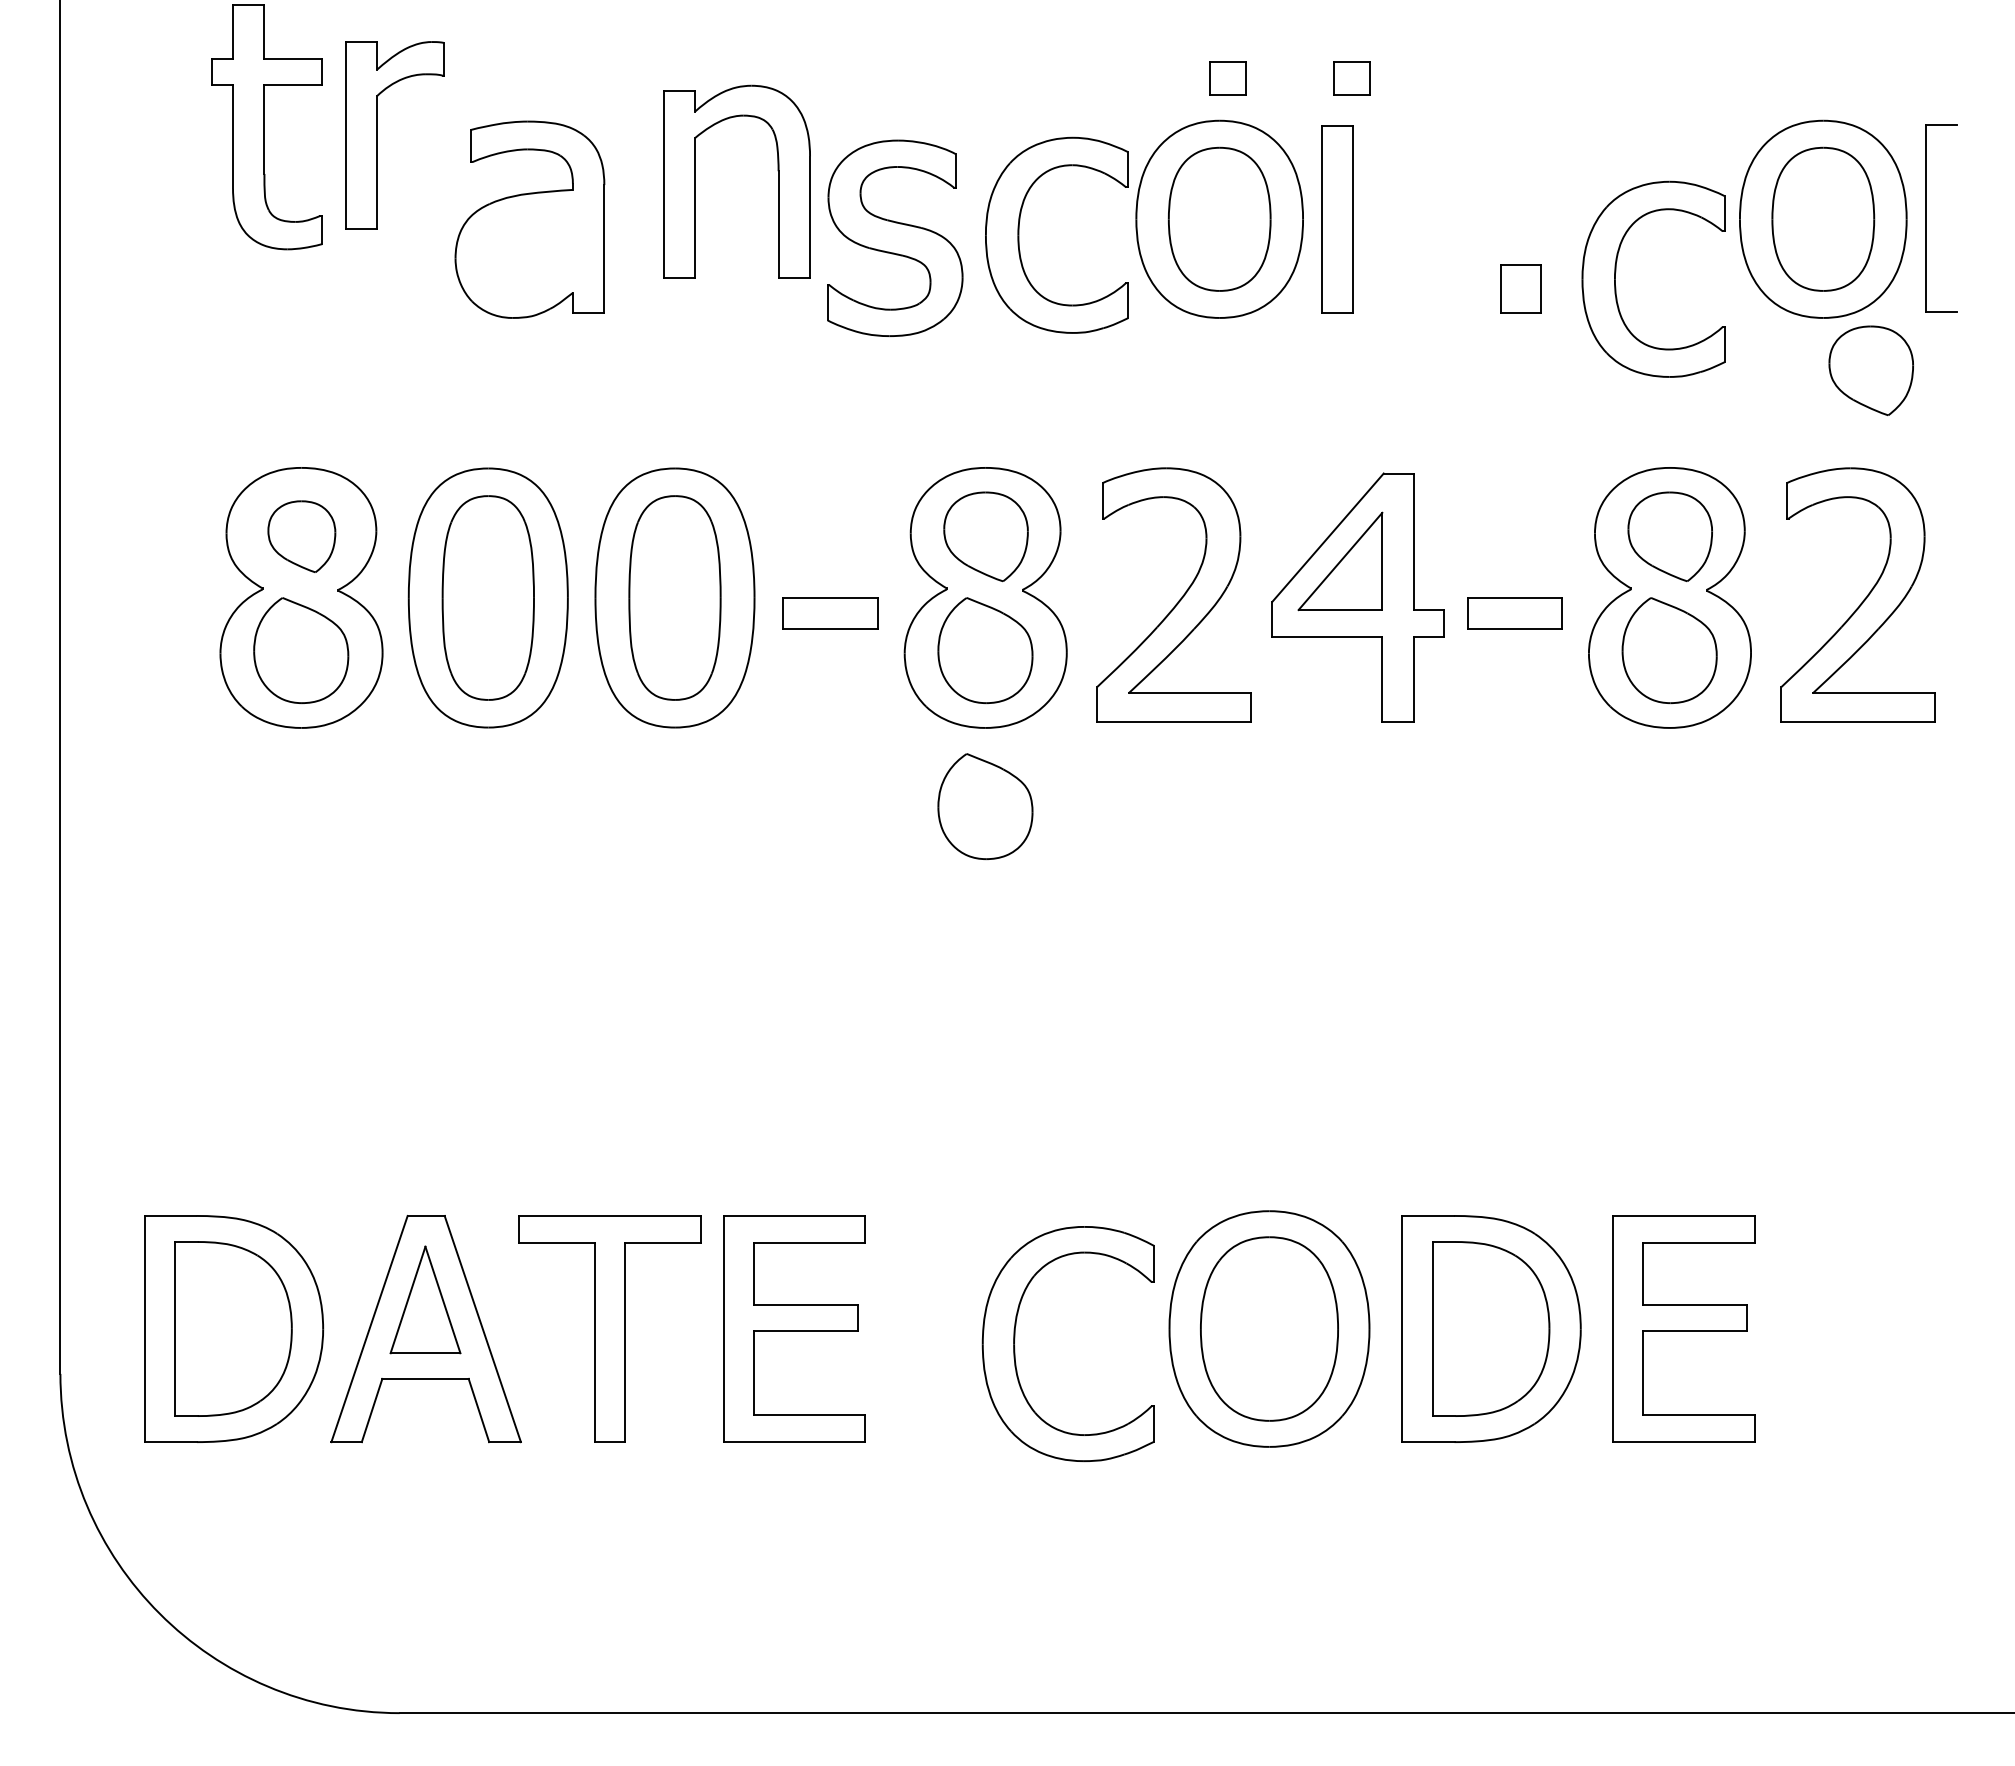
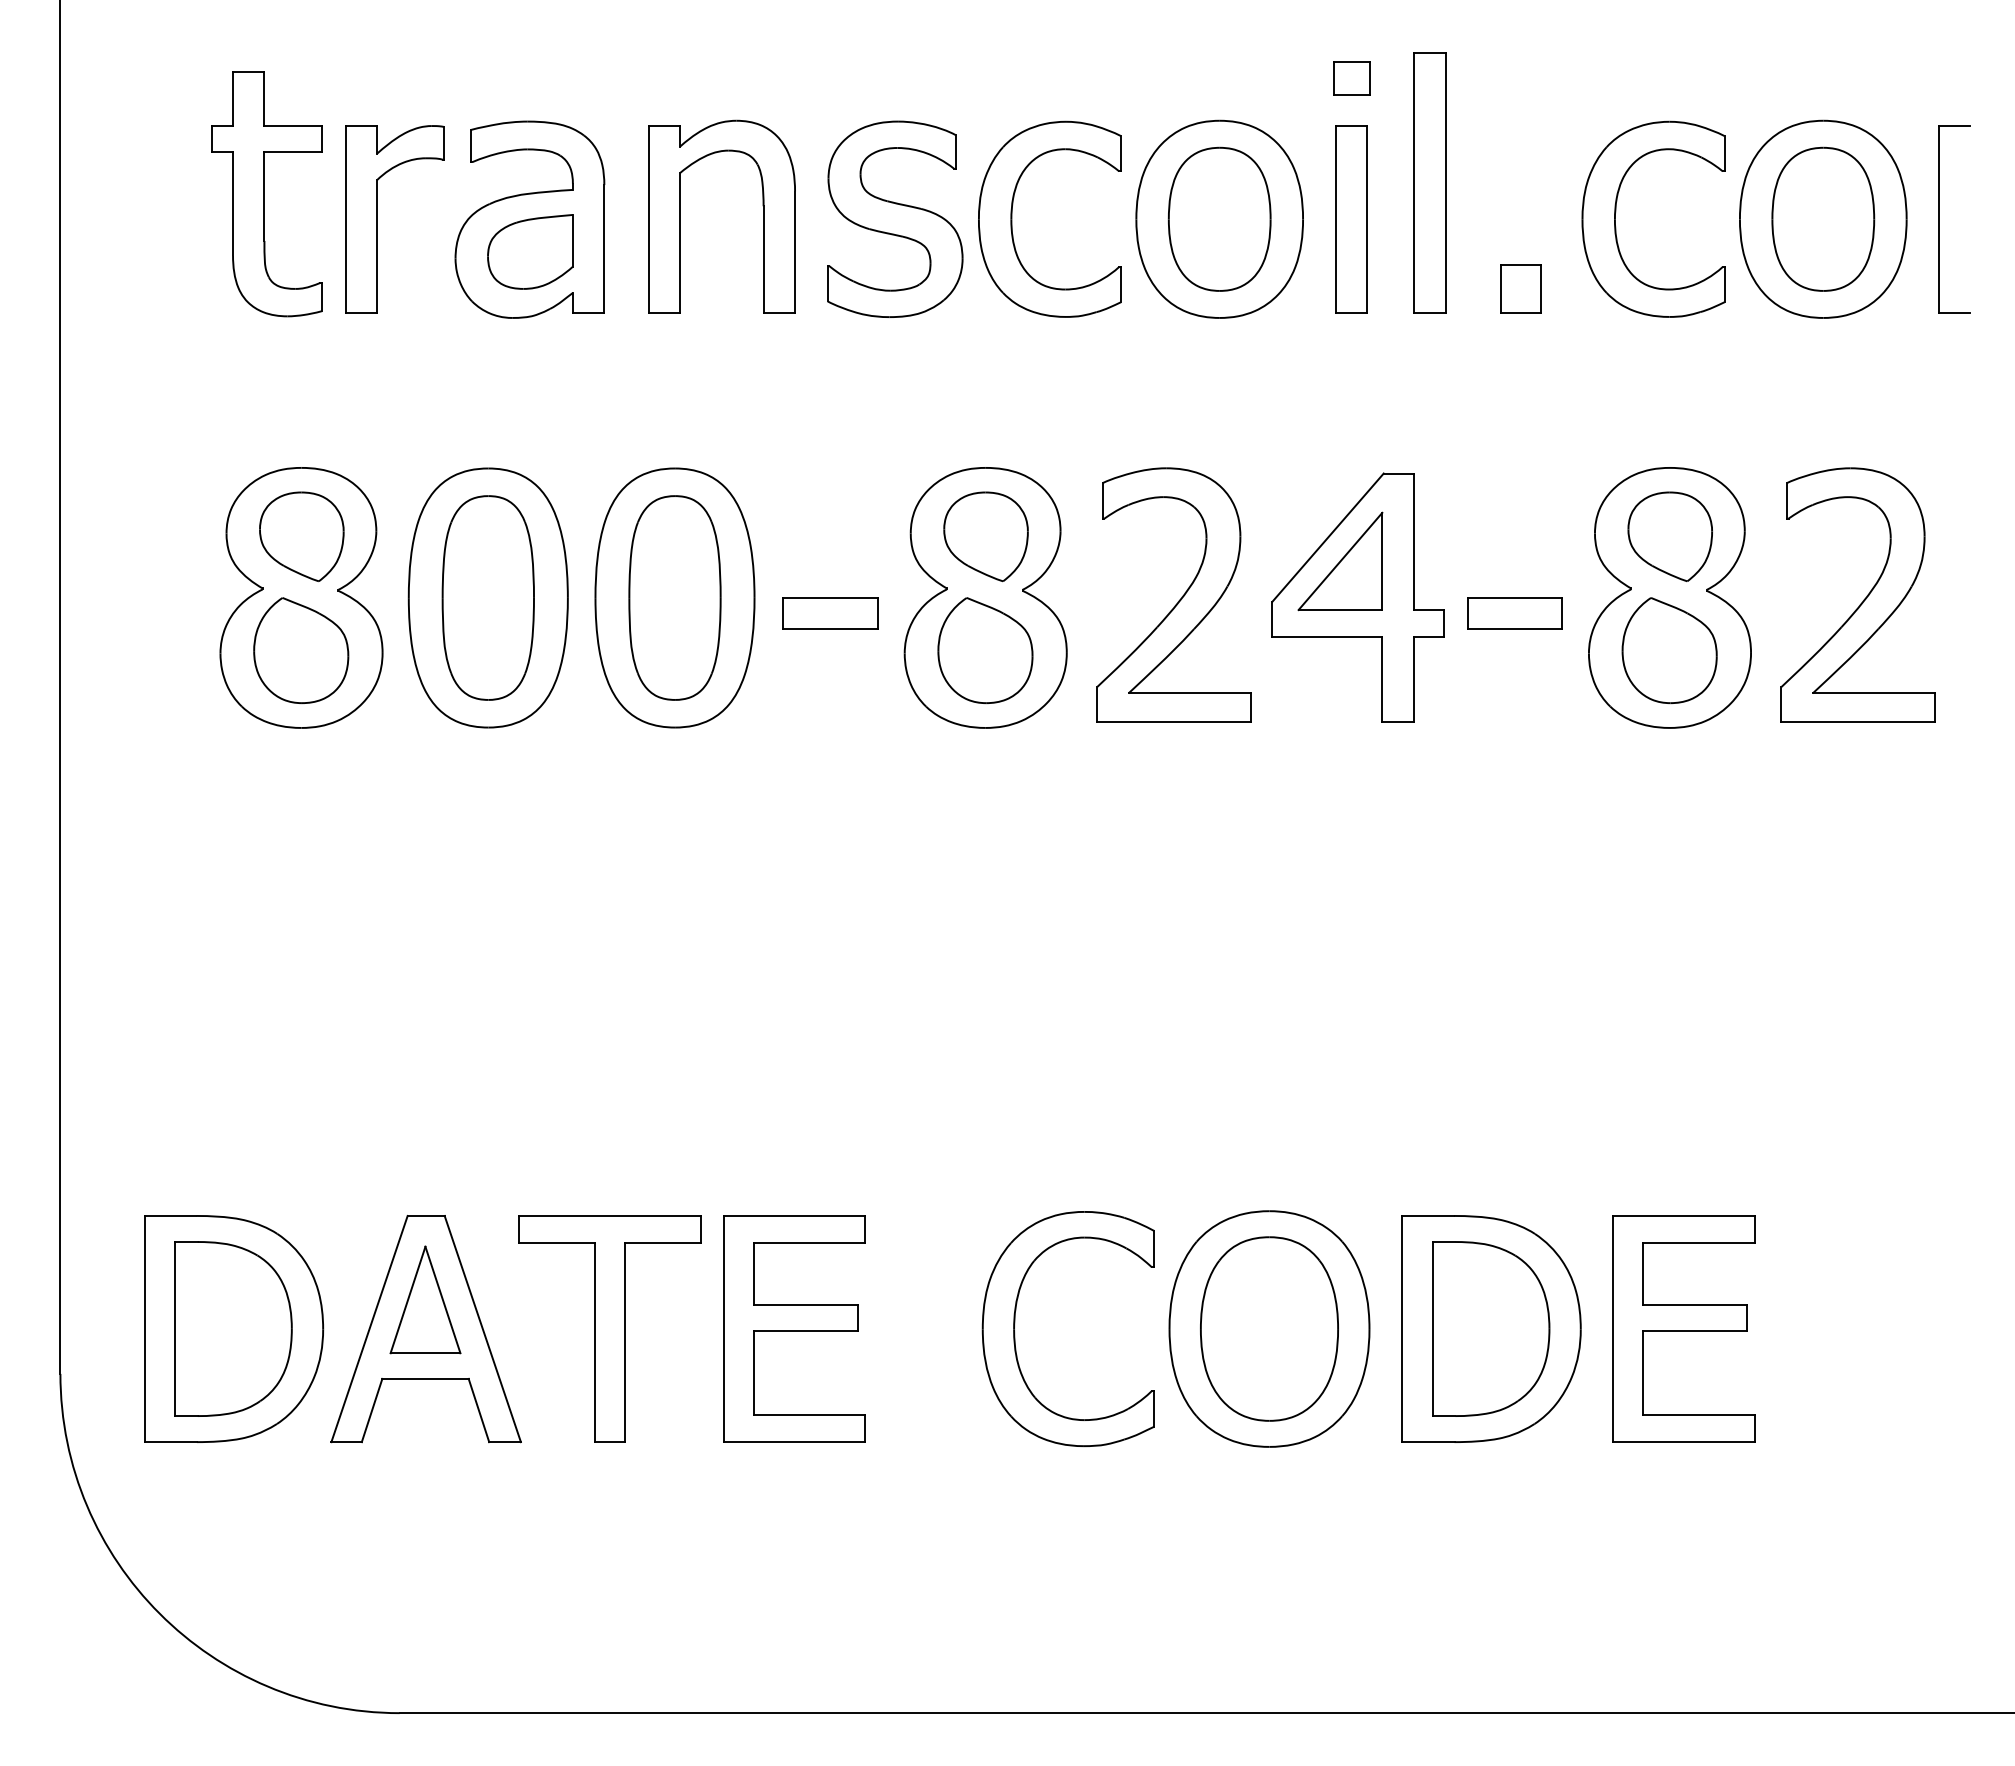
part at (1227, 78): present -> none
part at (266, 127) position: (266, 127) -> (266, 194)
part at (377, 135) position: (377, 135) -> (377, 219)
part at (695, 181) position: (695, 181) -> (680, 216)
part at (1429, 182): none -> present
part at (1926, 218) position: (1926, 218) -> (1939, 219)
part at (1337, 219) position: (1337, 219) -> (1351, 219)
part at (1019, 234) position: (1019, 234) -> (1012, 218)
part at (895, 237) position: (895, 237) -> (895, 218)
part at (530, 251): none -> present
part at (1616, 272) position: (1616, 272) -> (1616, 212)
part at (1870, 370): present -> none
part at (301, 536) size: 70x73 px -> 86x91 px
part at (985, 806): present -> none
part at (1015, 1348) position: (1015, 1348) -> (1015, 1333)
